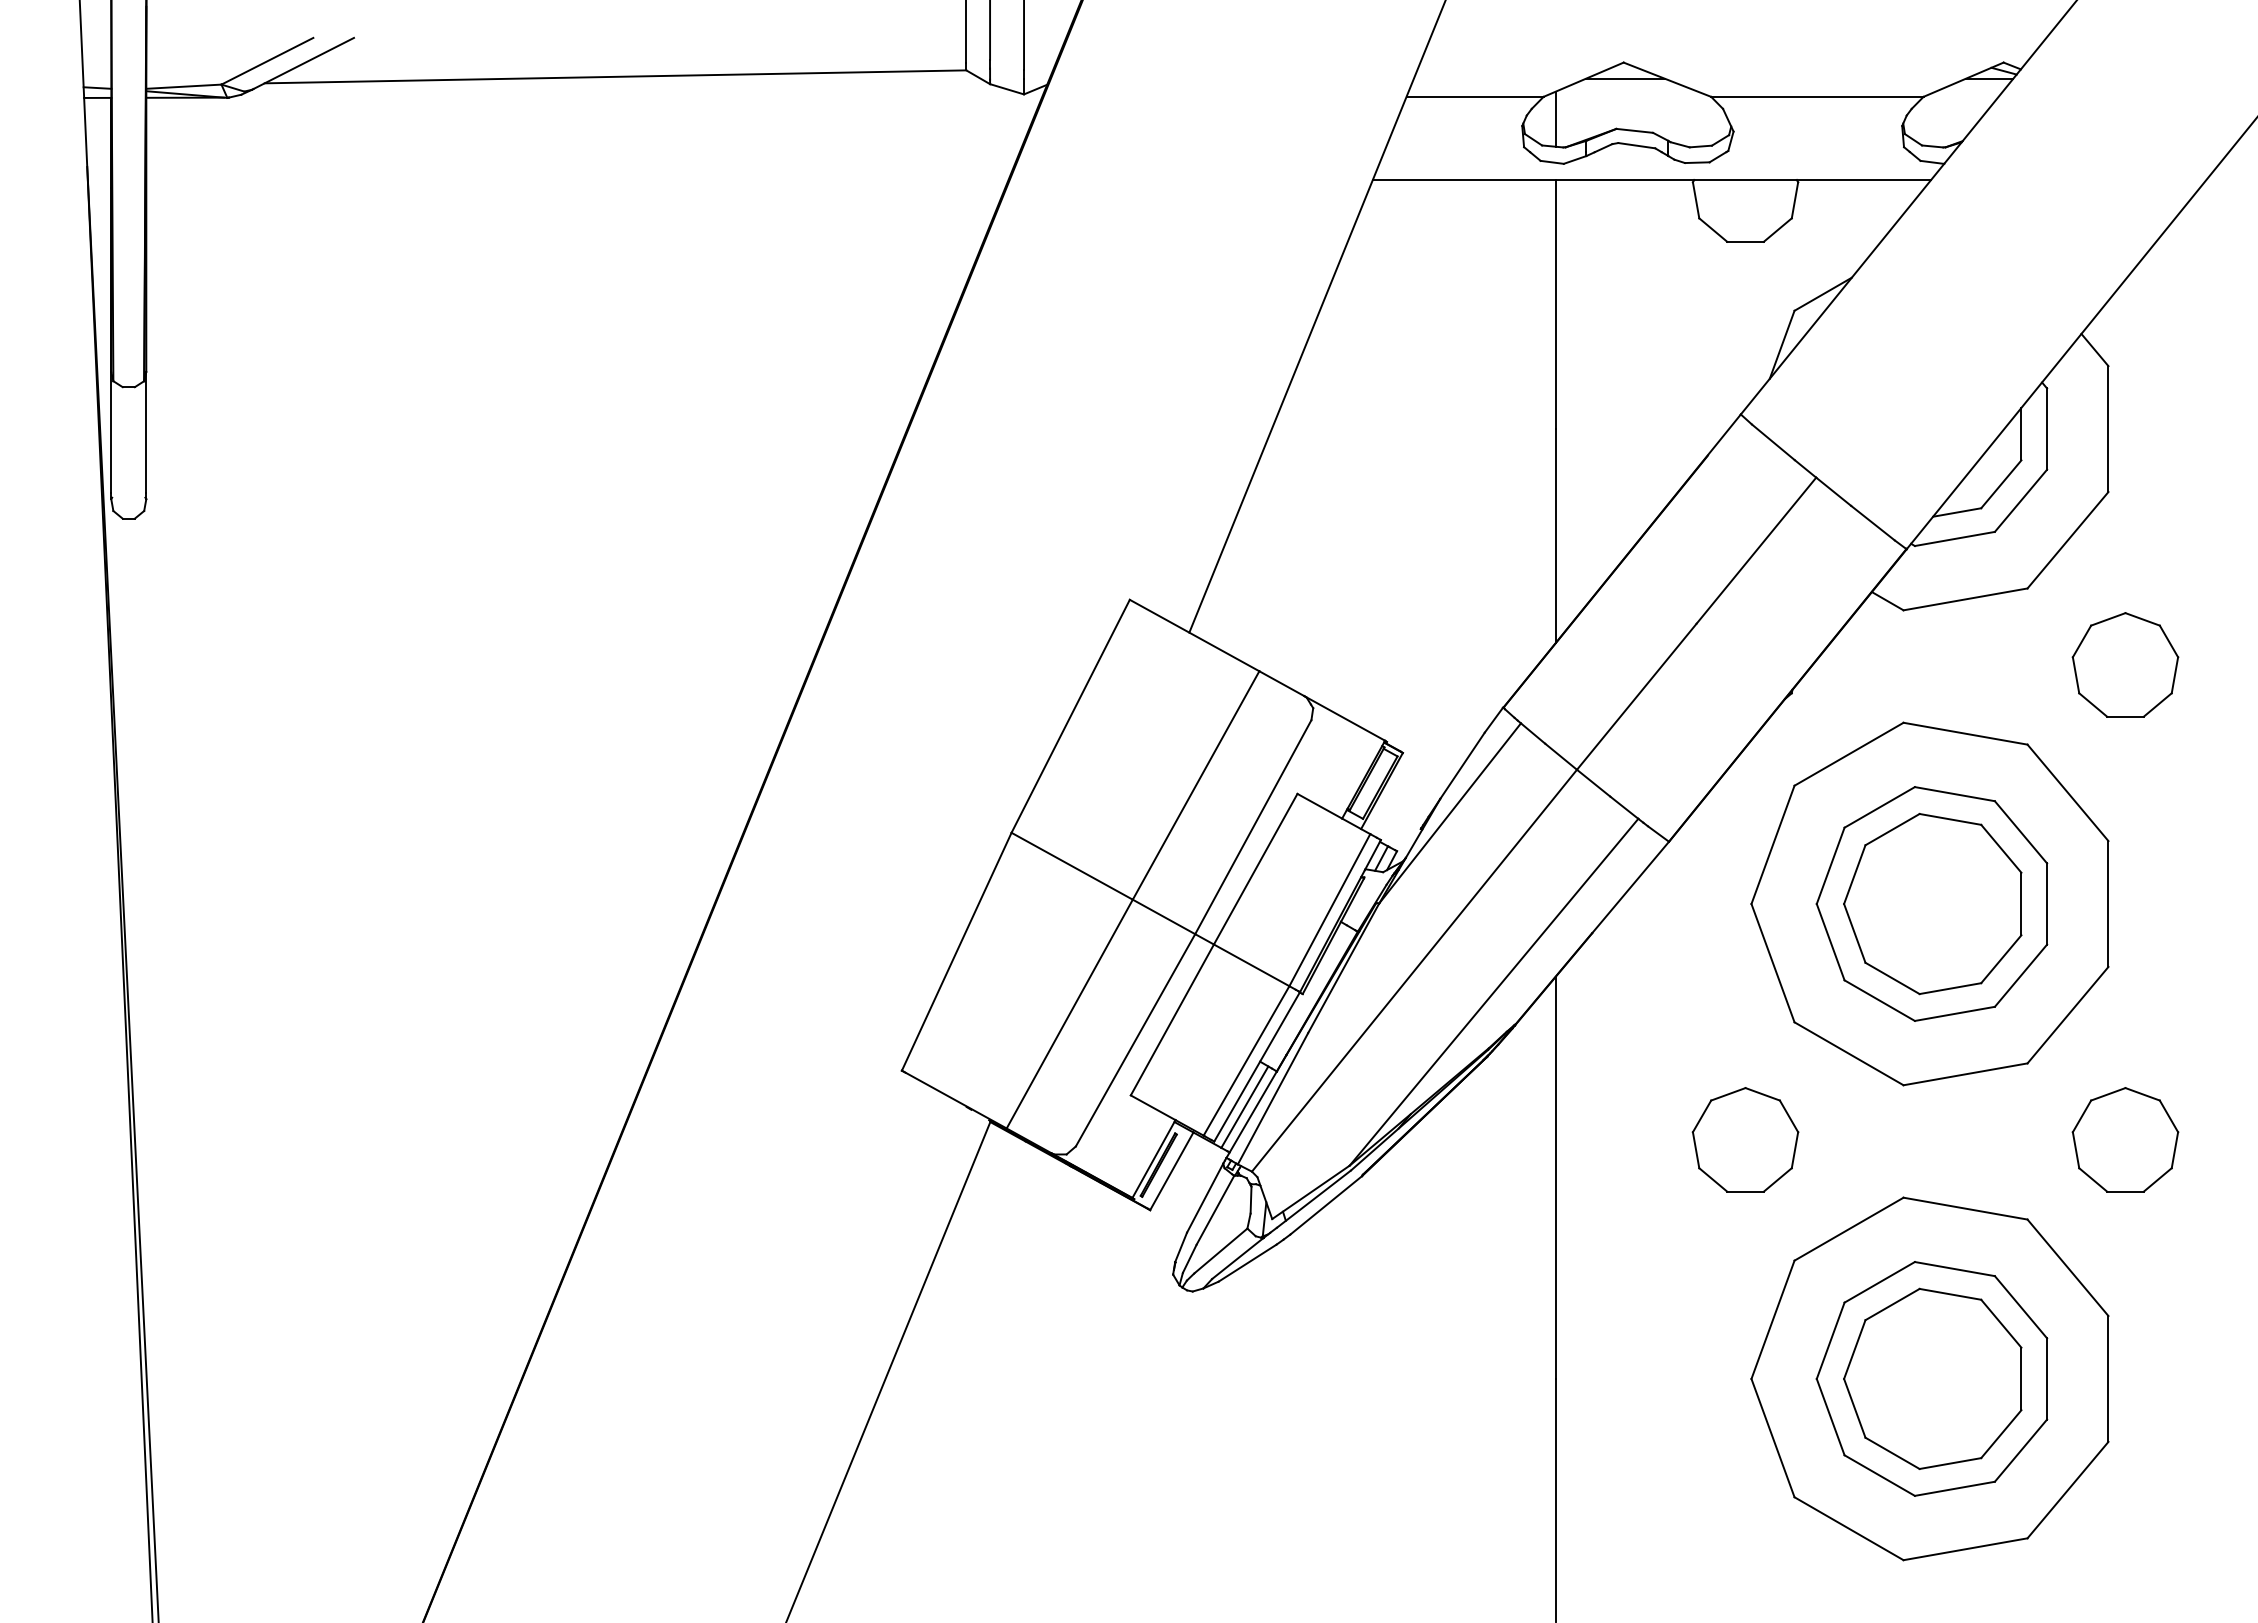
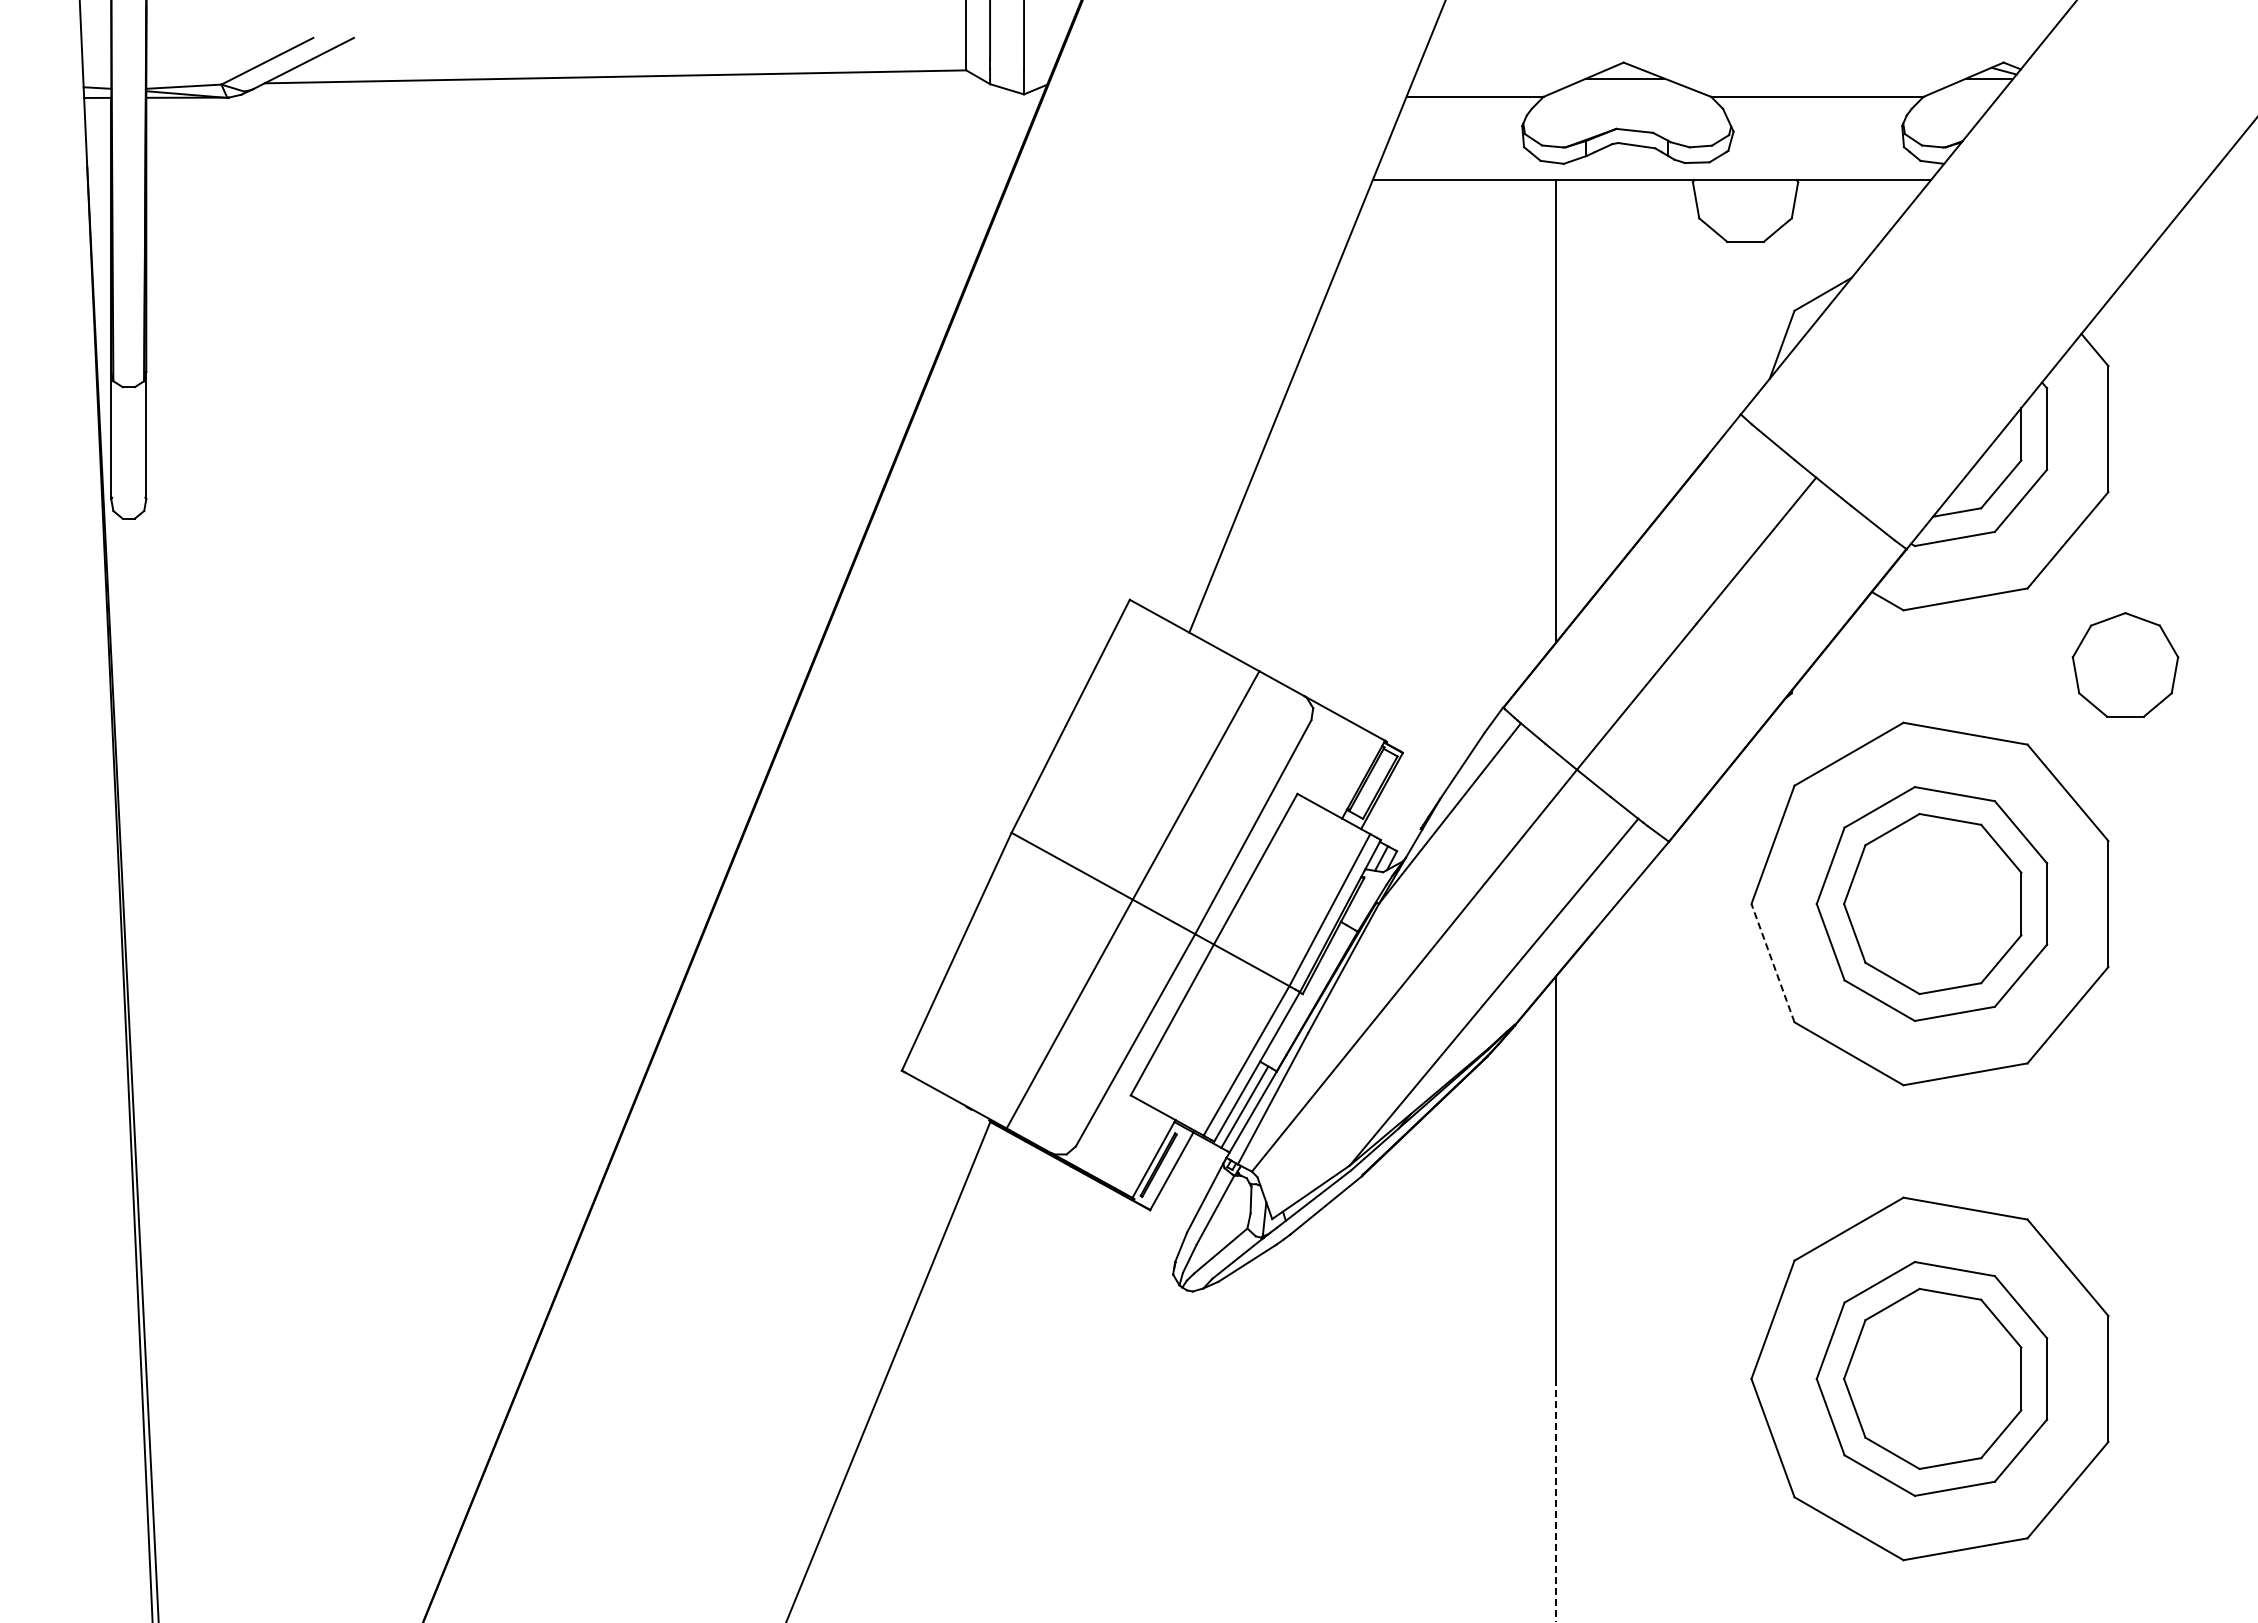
line at (1555, 118): present -> none
line at (1773, 963): solid -> dashed
part at (1745, 1139): present -> none
part at (2125, 1139): present -> none
line at (1555, 1500): solid -> dashed
